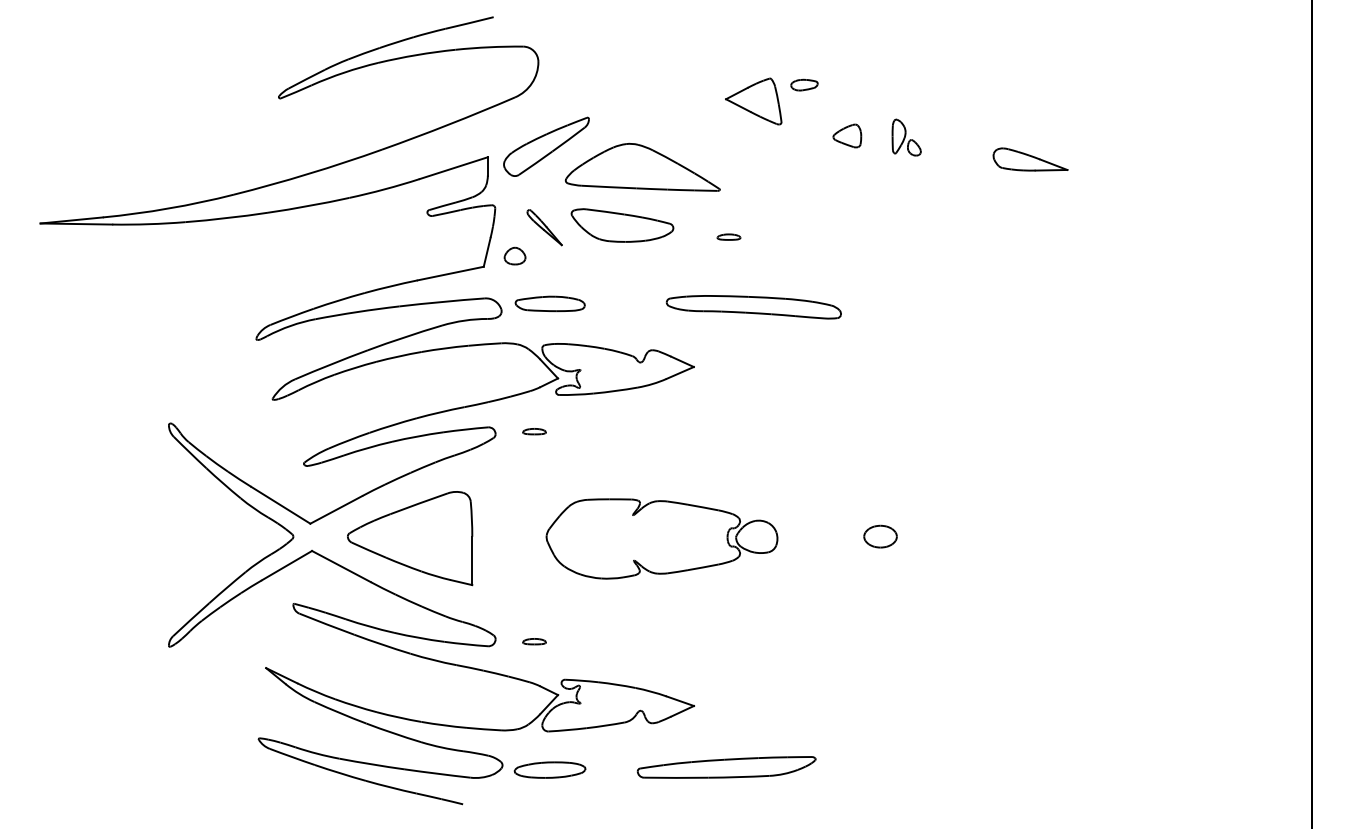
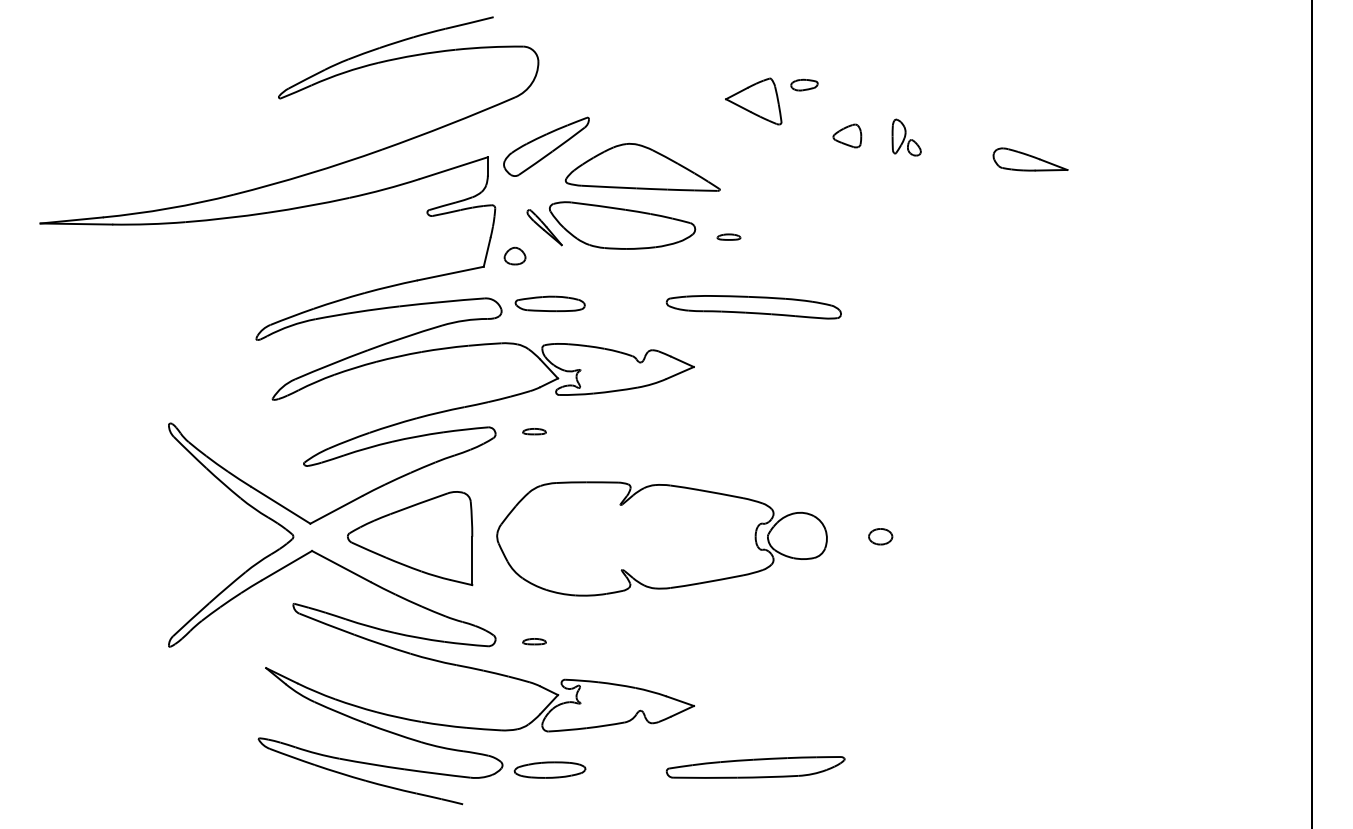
part at (622, 225) size: 105x35 px -> 149x49 px
part at (880, 536) size: 35x25 px -> 26x18 px
part at (661, 538) size: 234x82 px -> 332x116 px
part at (726, 767) position: (726, 767) -> (755, 767)
